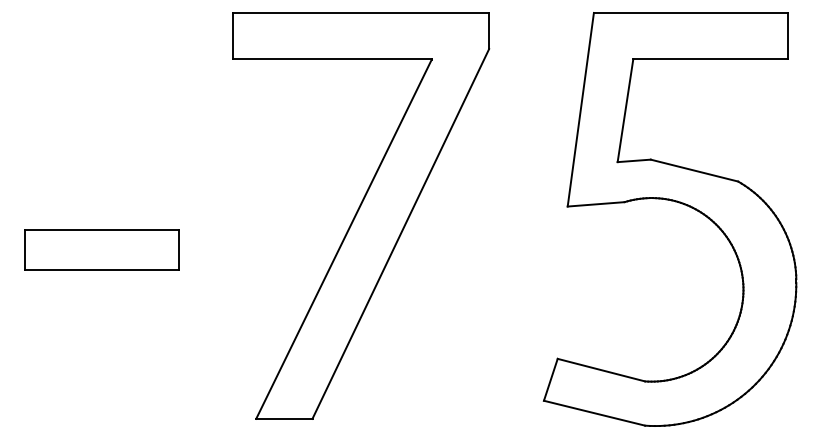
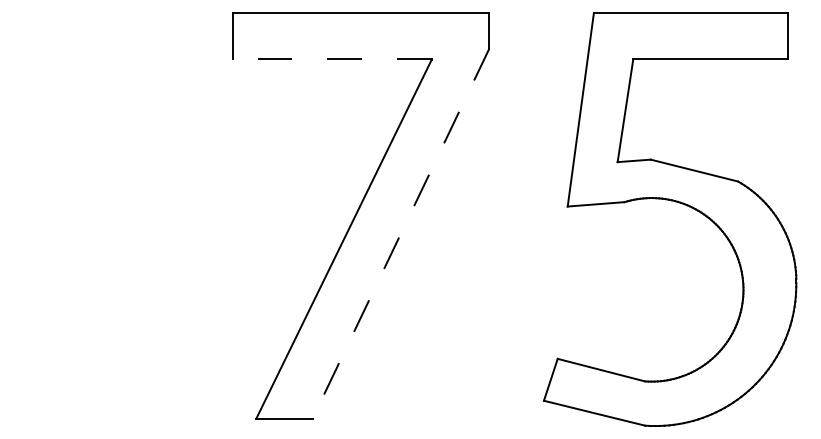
line at (331, 58): solid -> dashed
line at (400, 233): solid -> dashed
part at (101, 249): present -> none
